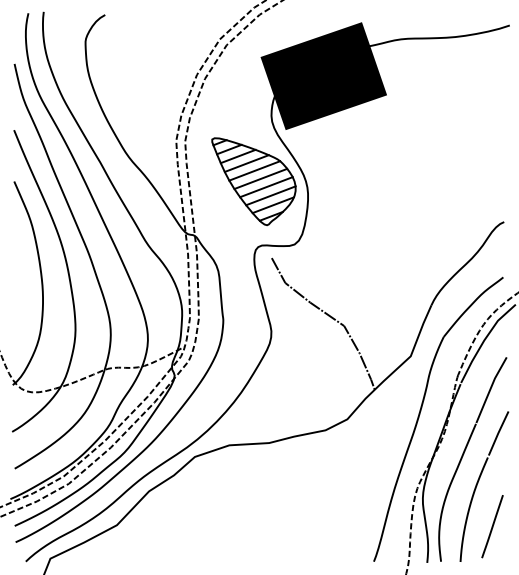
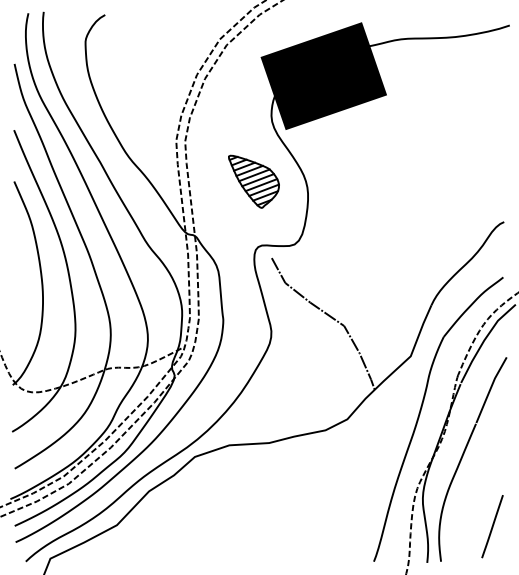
part at (253, 181) size: 86x90 px -> 52x55 px
part at (478, 483): present -> none
